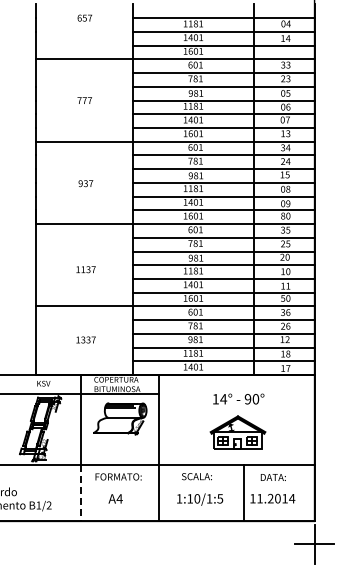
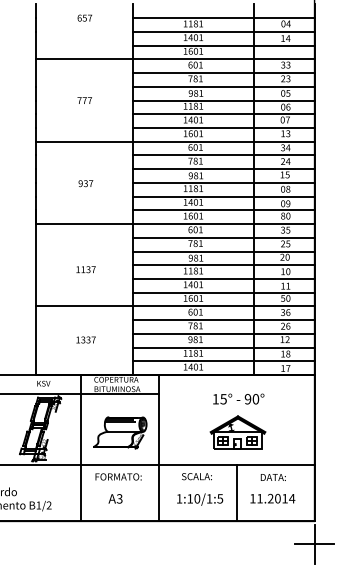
text at (223, 399): 14° -> 15°
part at (120, 418) position: (120, 418) -> (120, 432)
line at (243, 492) position: (243, 492) -> (236, 492)
line at (80, 493): dashed -> solid
text at (119, 498): A4 -> A3
